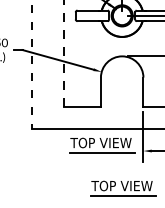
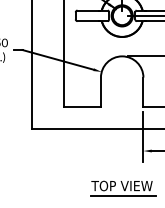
line at (63, 53): dashed -> solid
line at (31, 64): dashed -> solid
part at (102, 145): present -> none
